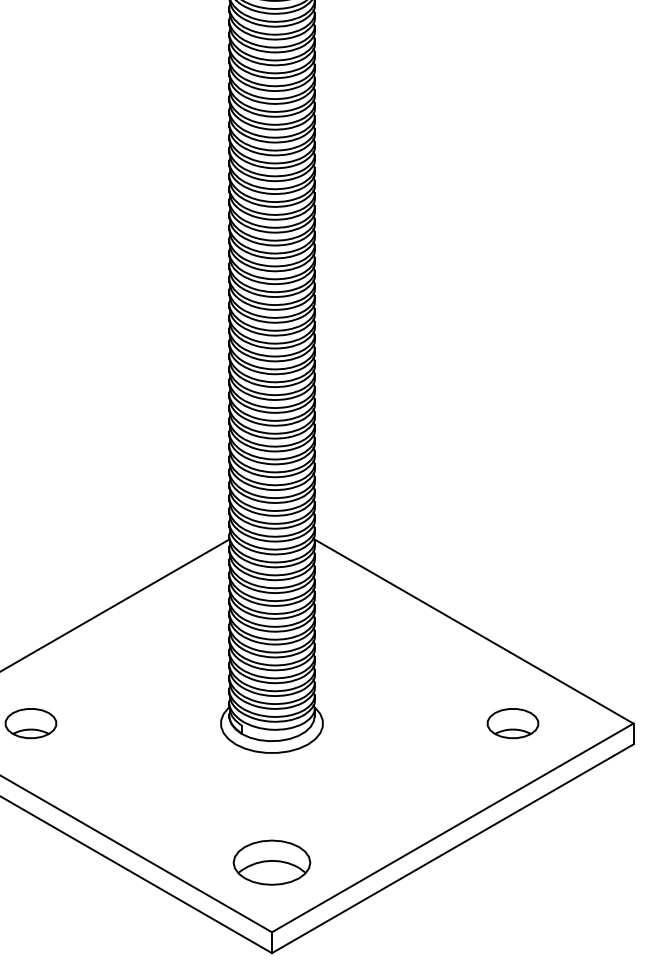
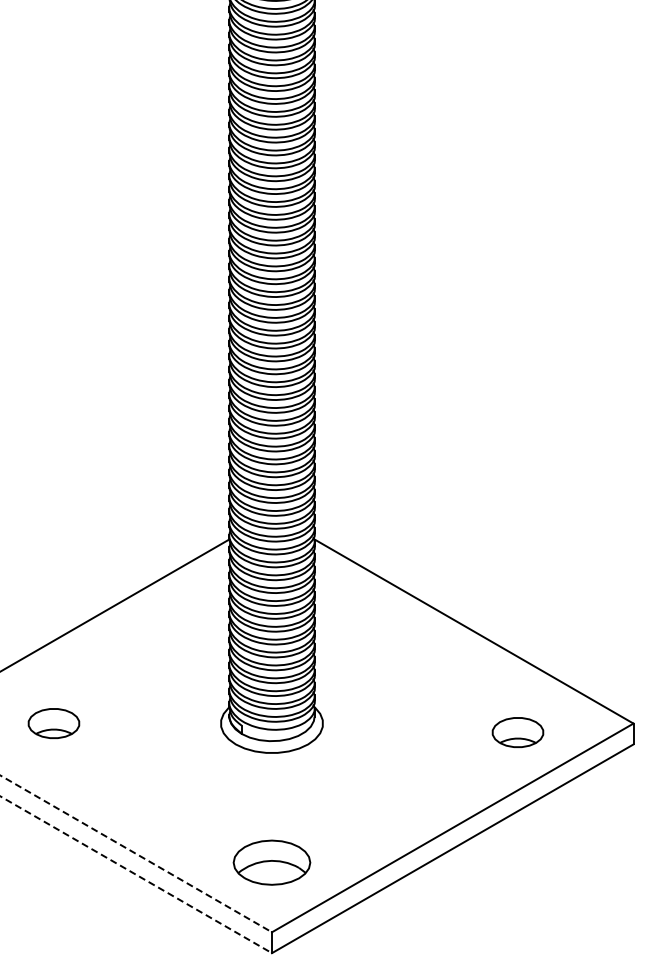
part at (30, 723) position: (30, 723) -> (53, 723)
part at (512, 723) position: (512, 723) -> (517, 732)
line at (136, 853): solid -> dashed
line at (136, 874): solid -> dashed
